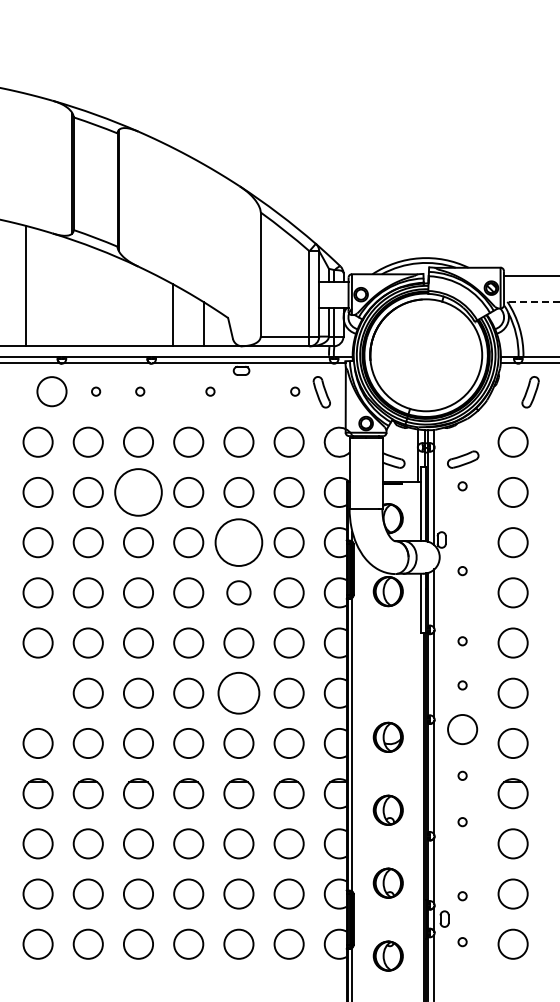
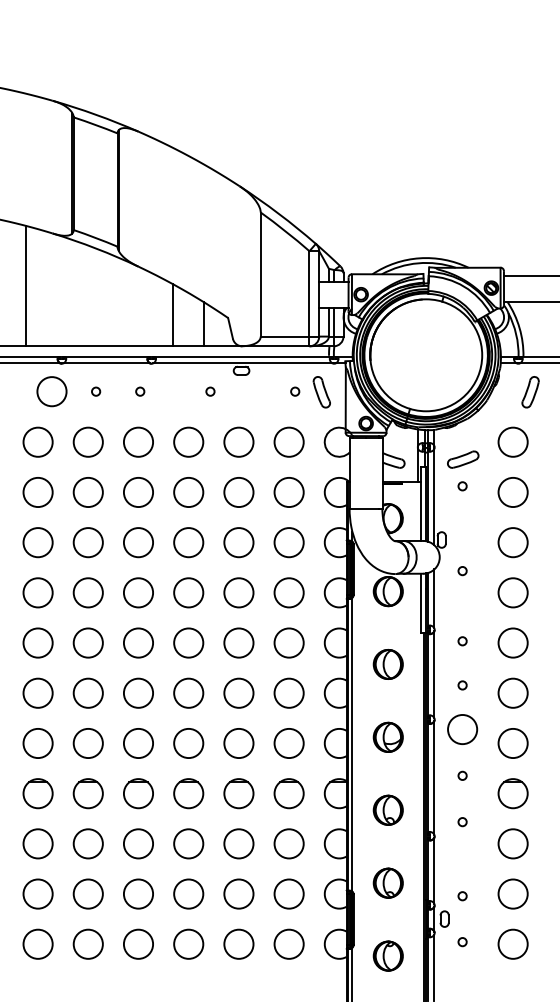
line at (531, 301): dashed -> solid
circle at (138, 492) diameter: 47 px -> 29 px
circle at (238, 542) diameter: 47 px -> 29 px
circle at (238, 592) size: 26x26 px -> 32x32 px
part at (387, 664): none -> present
circle at (37, 692): none -> present
circle at (238, 692) diameter: 41 px -> 29 px
